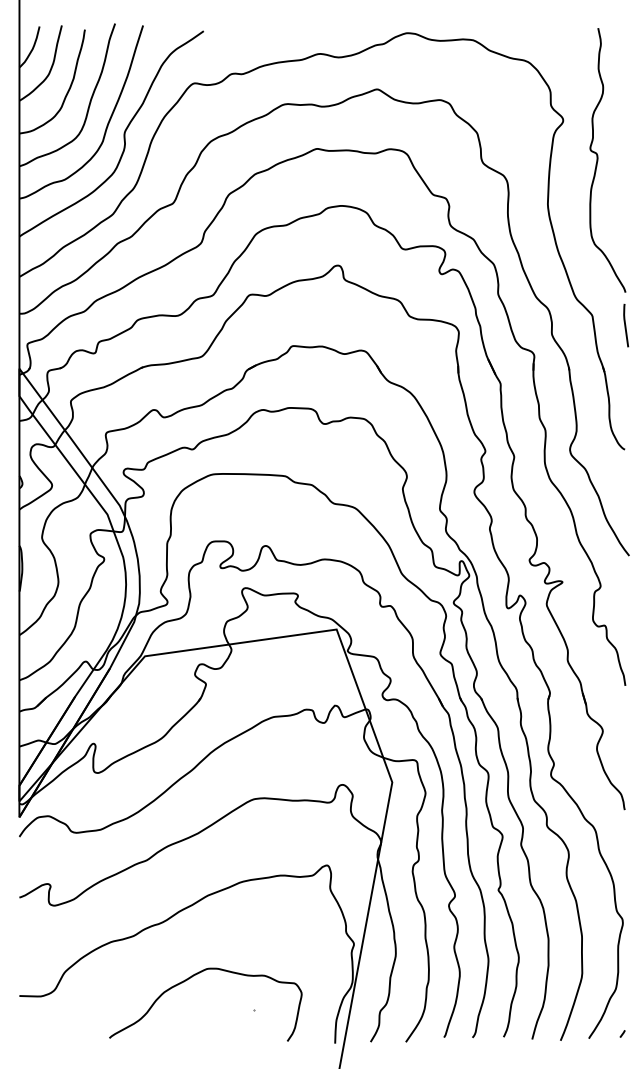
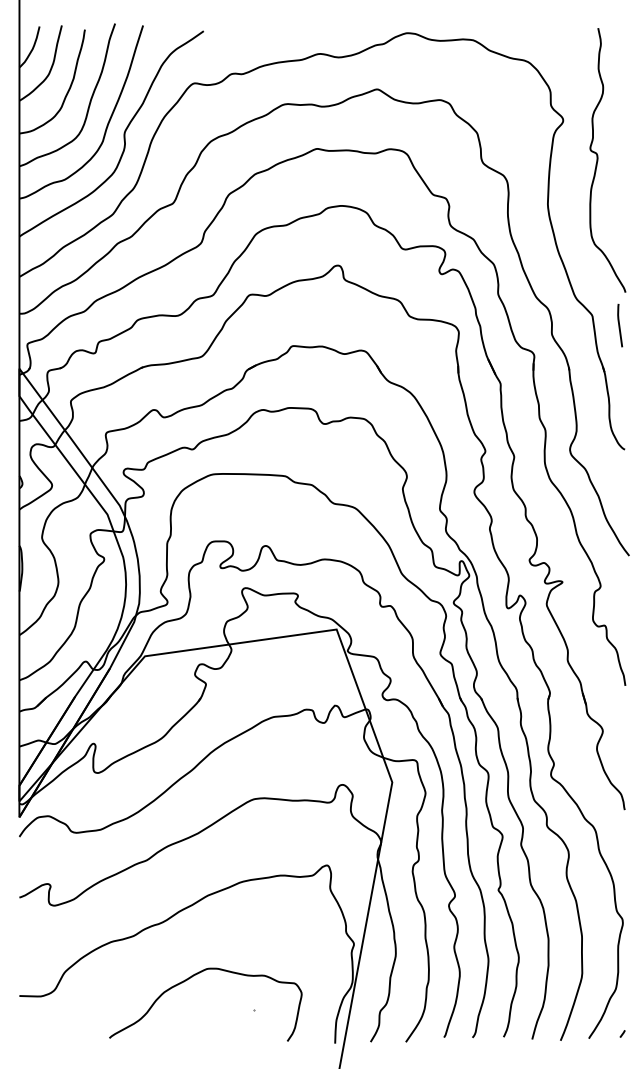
line at (626, 325) position: (626, 325) -> (620, 325)
